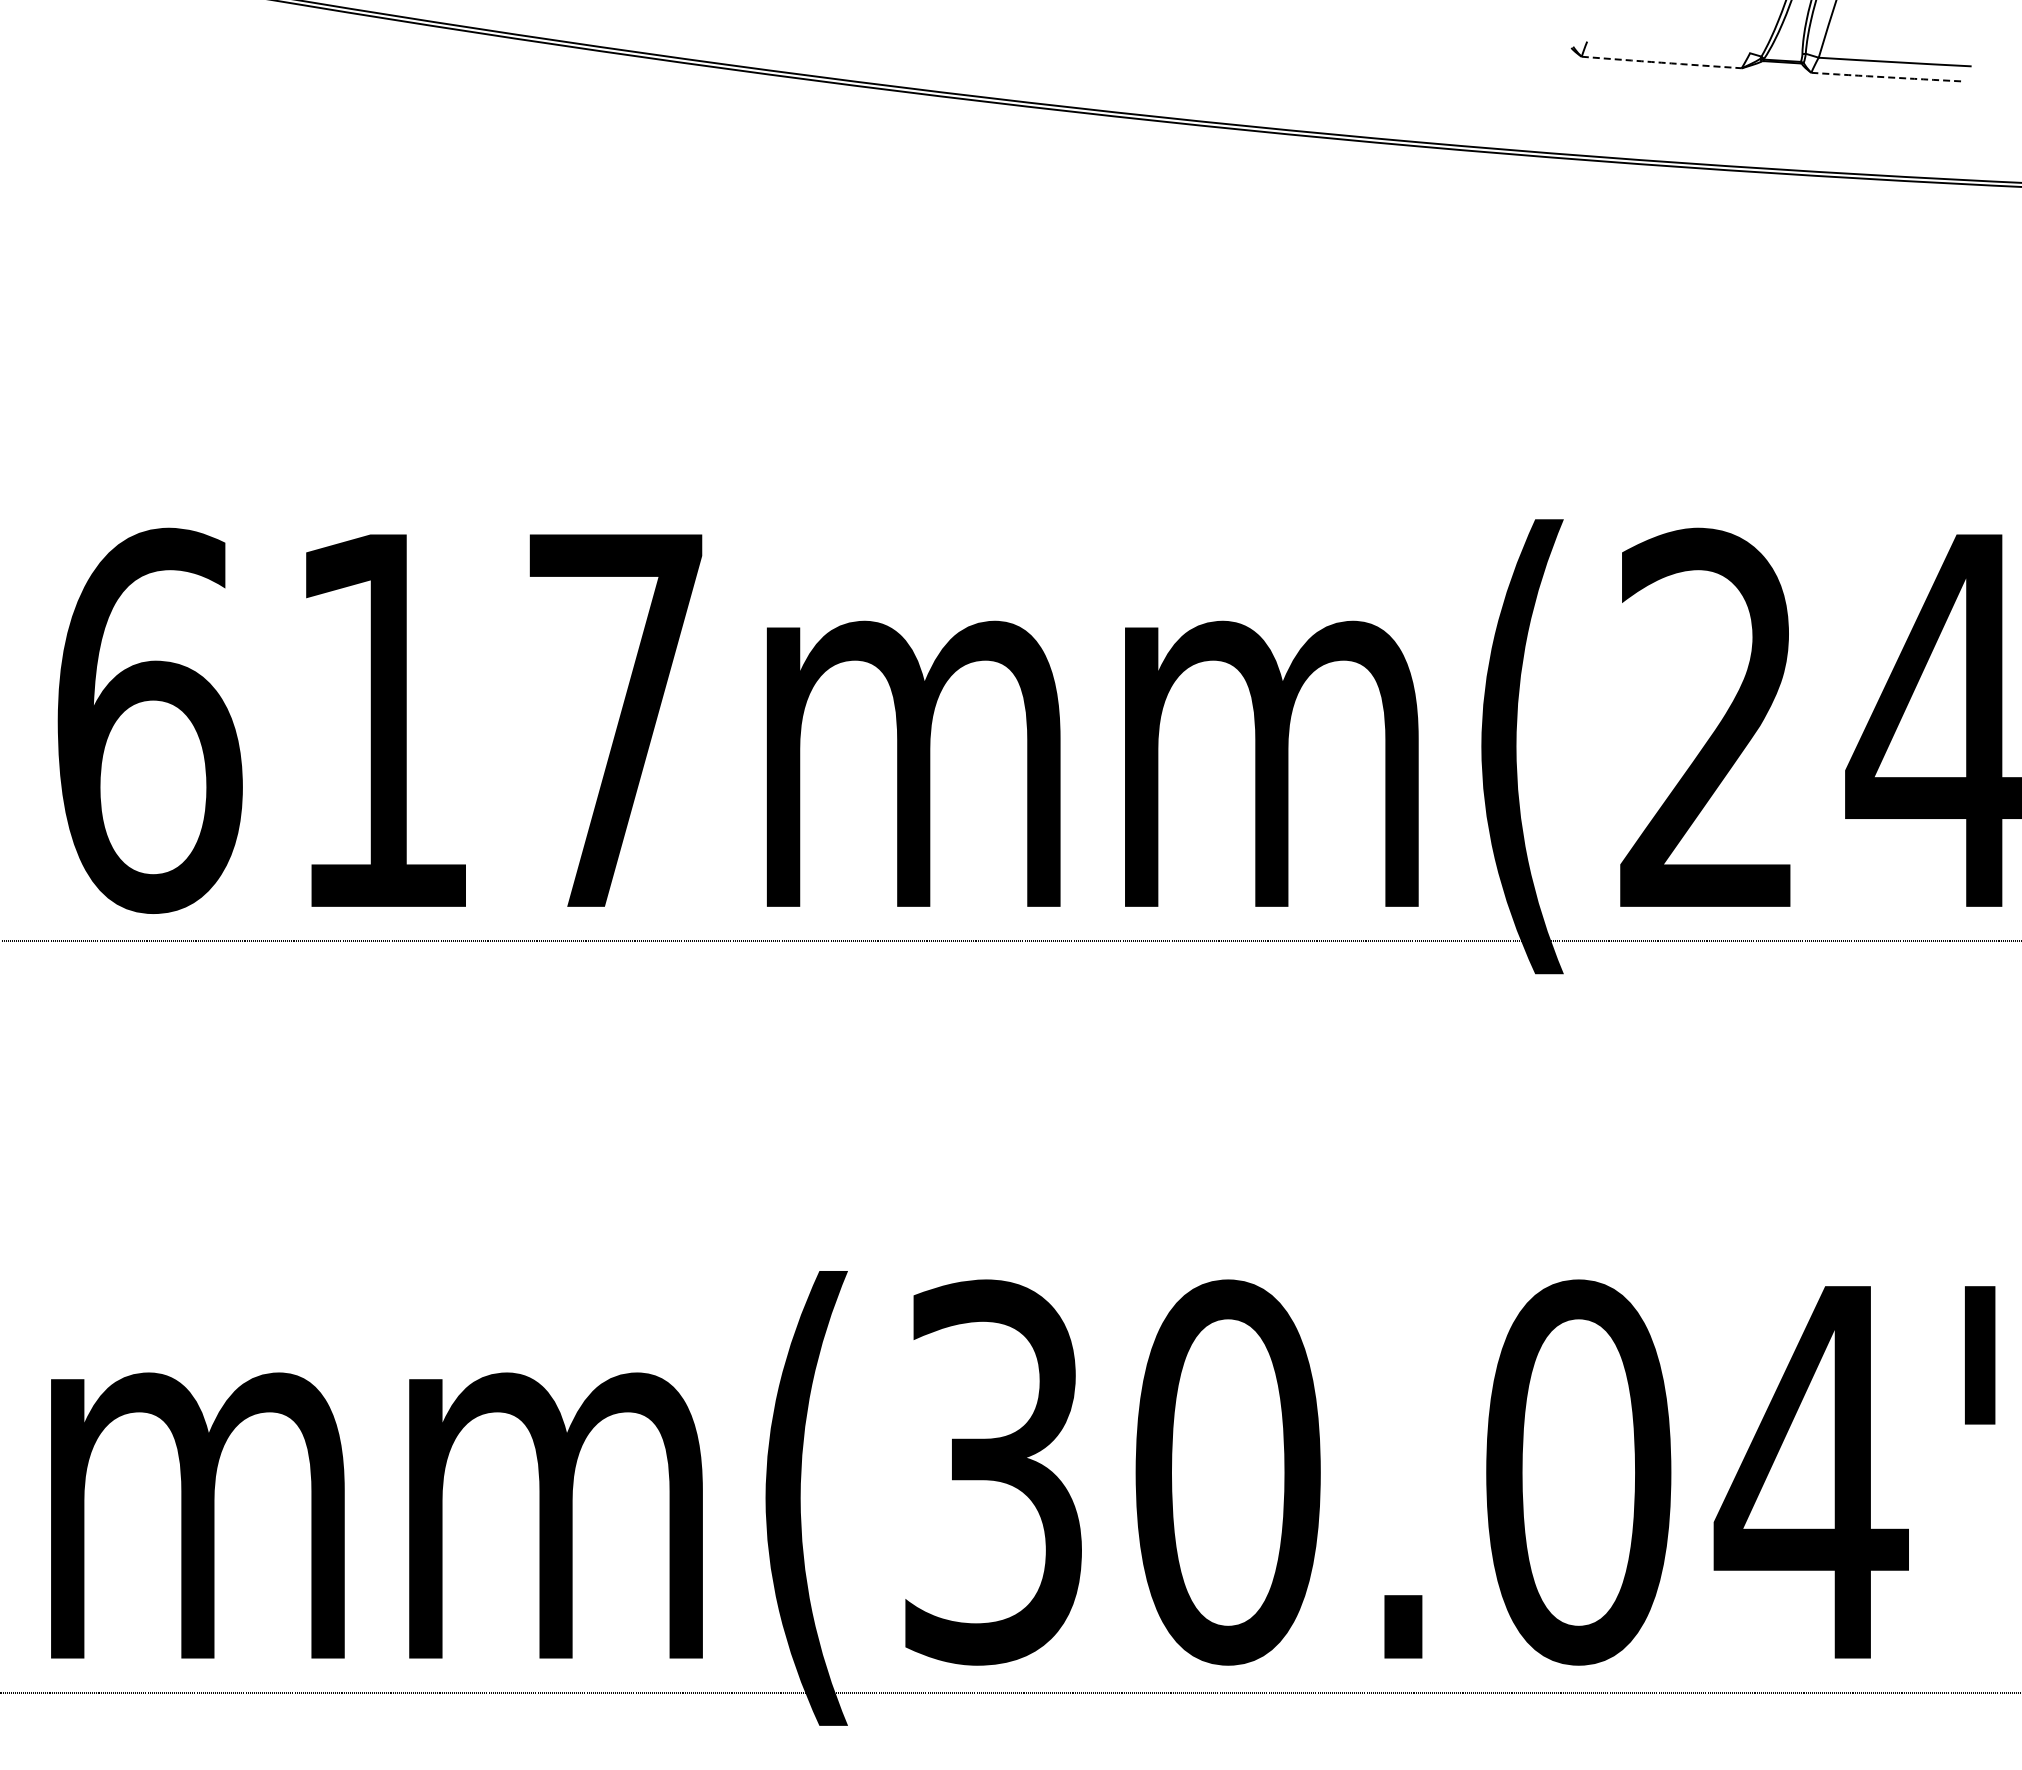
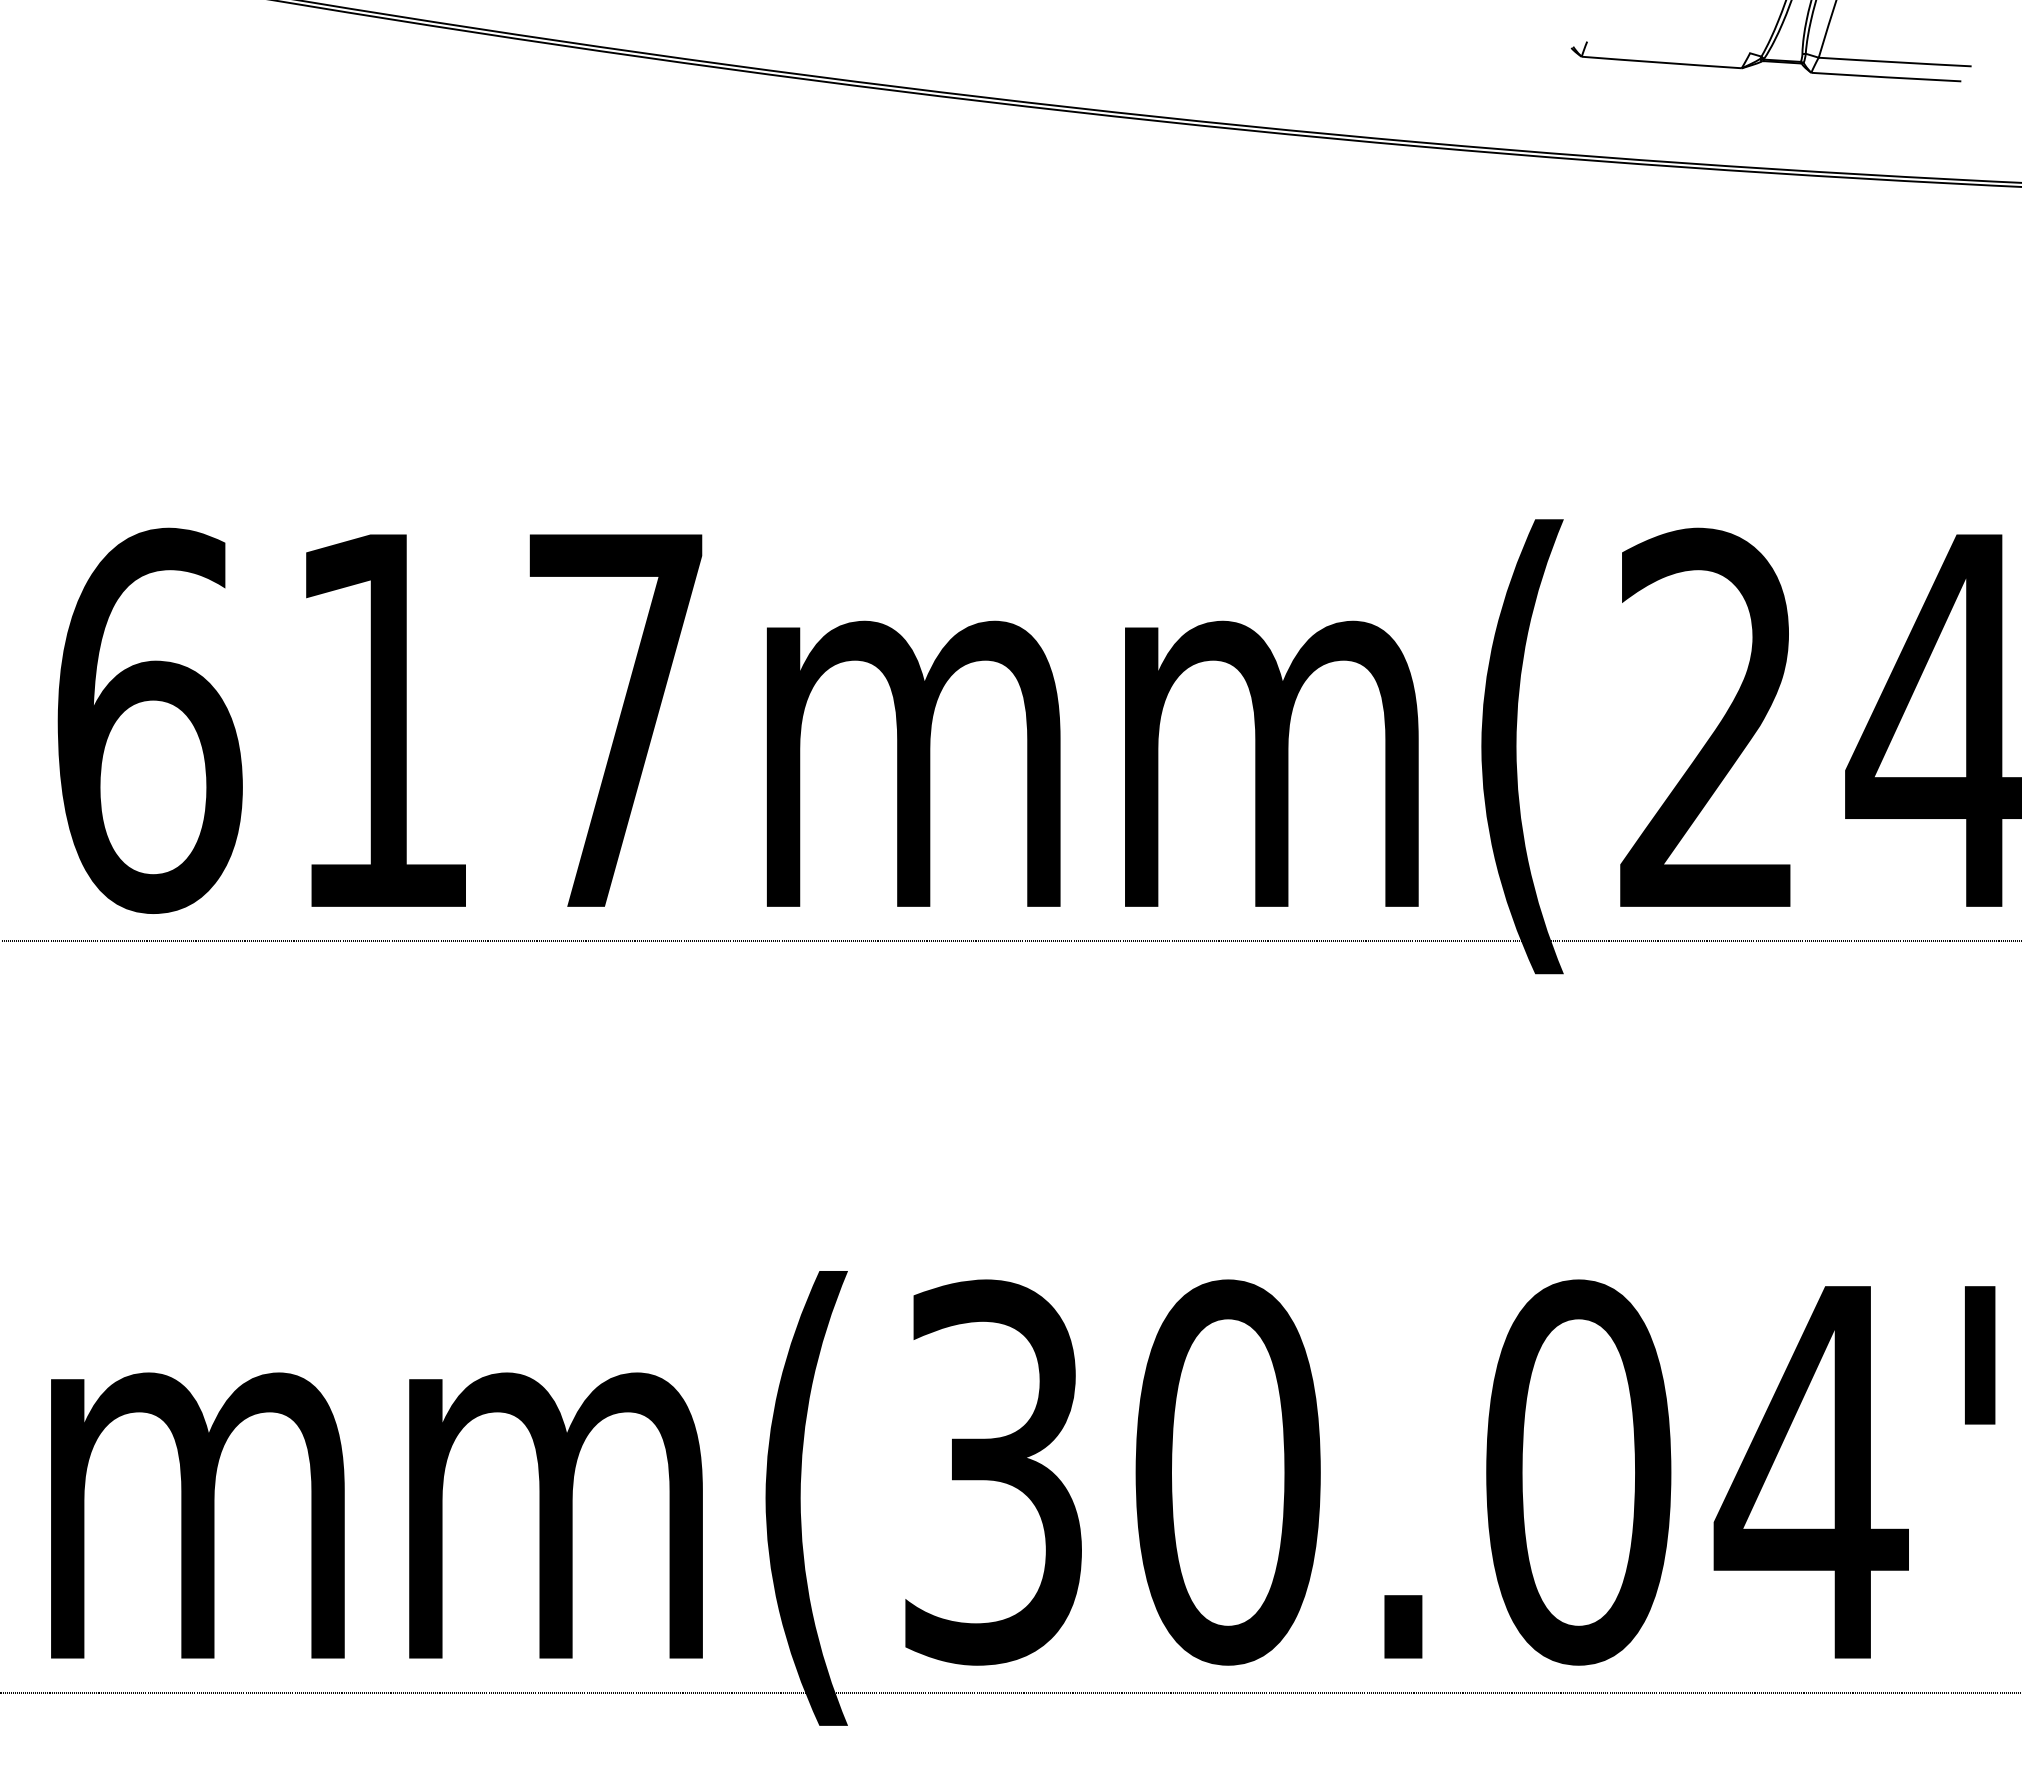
arc at (1661, 62): dashed -> solid
arc at (1886, 77): dashed -> solid
